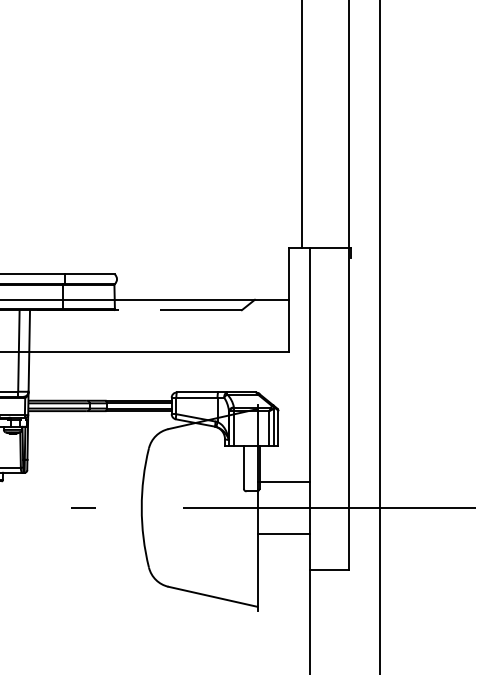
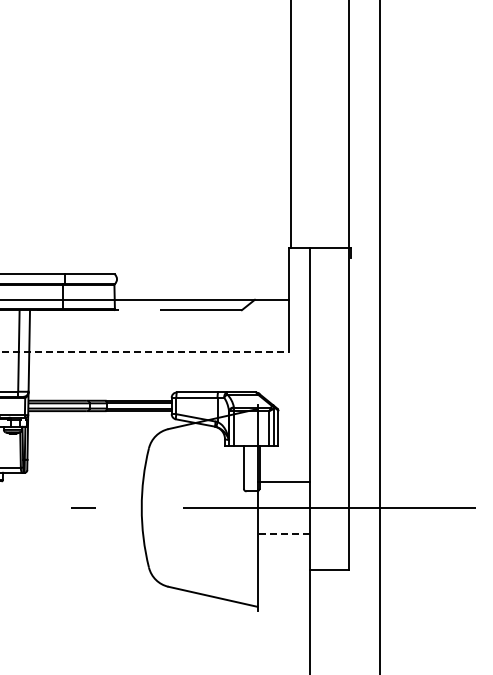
line at (301, 124) position: (301, 124) -> (290, 124)
line at (144, 351): solid -> dashed
line at (283, 533): solid -> dashed
